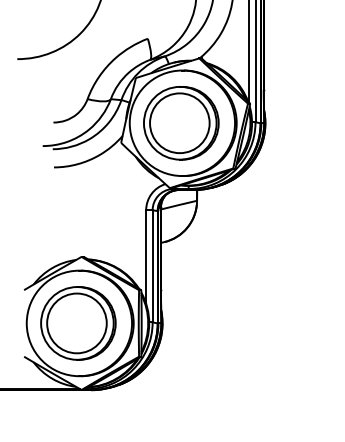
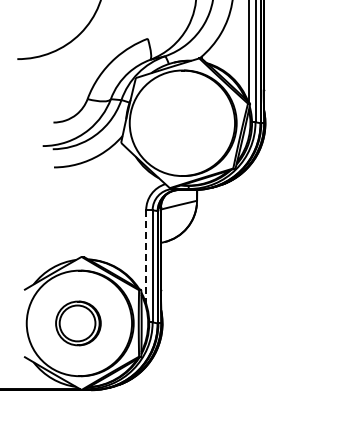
part at (181, 123): present -> none
line at (146, 257): solid -> dashed
part at (78, 323) size: 77x75 px -> 47x47 px
